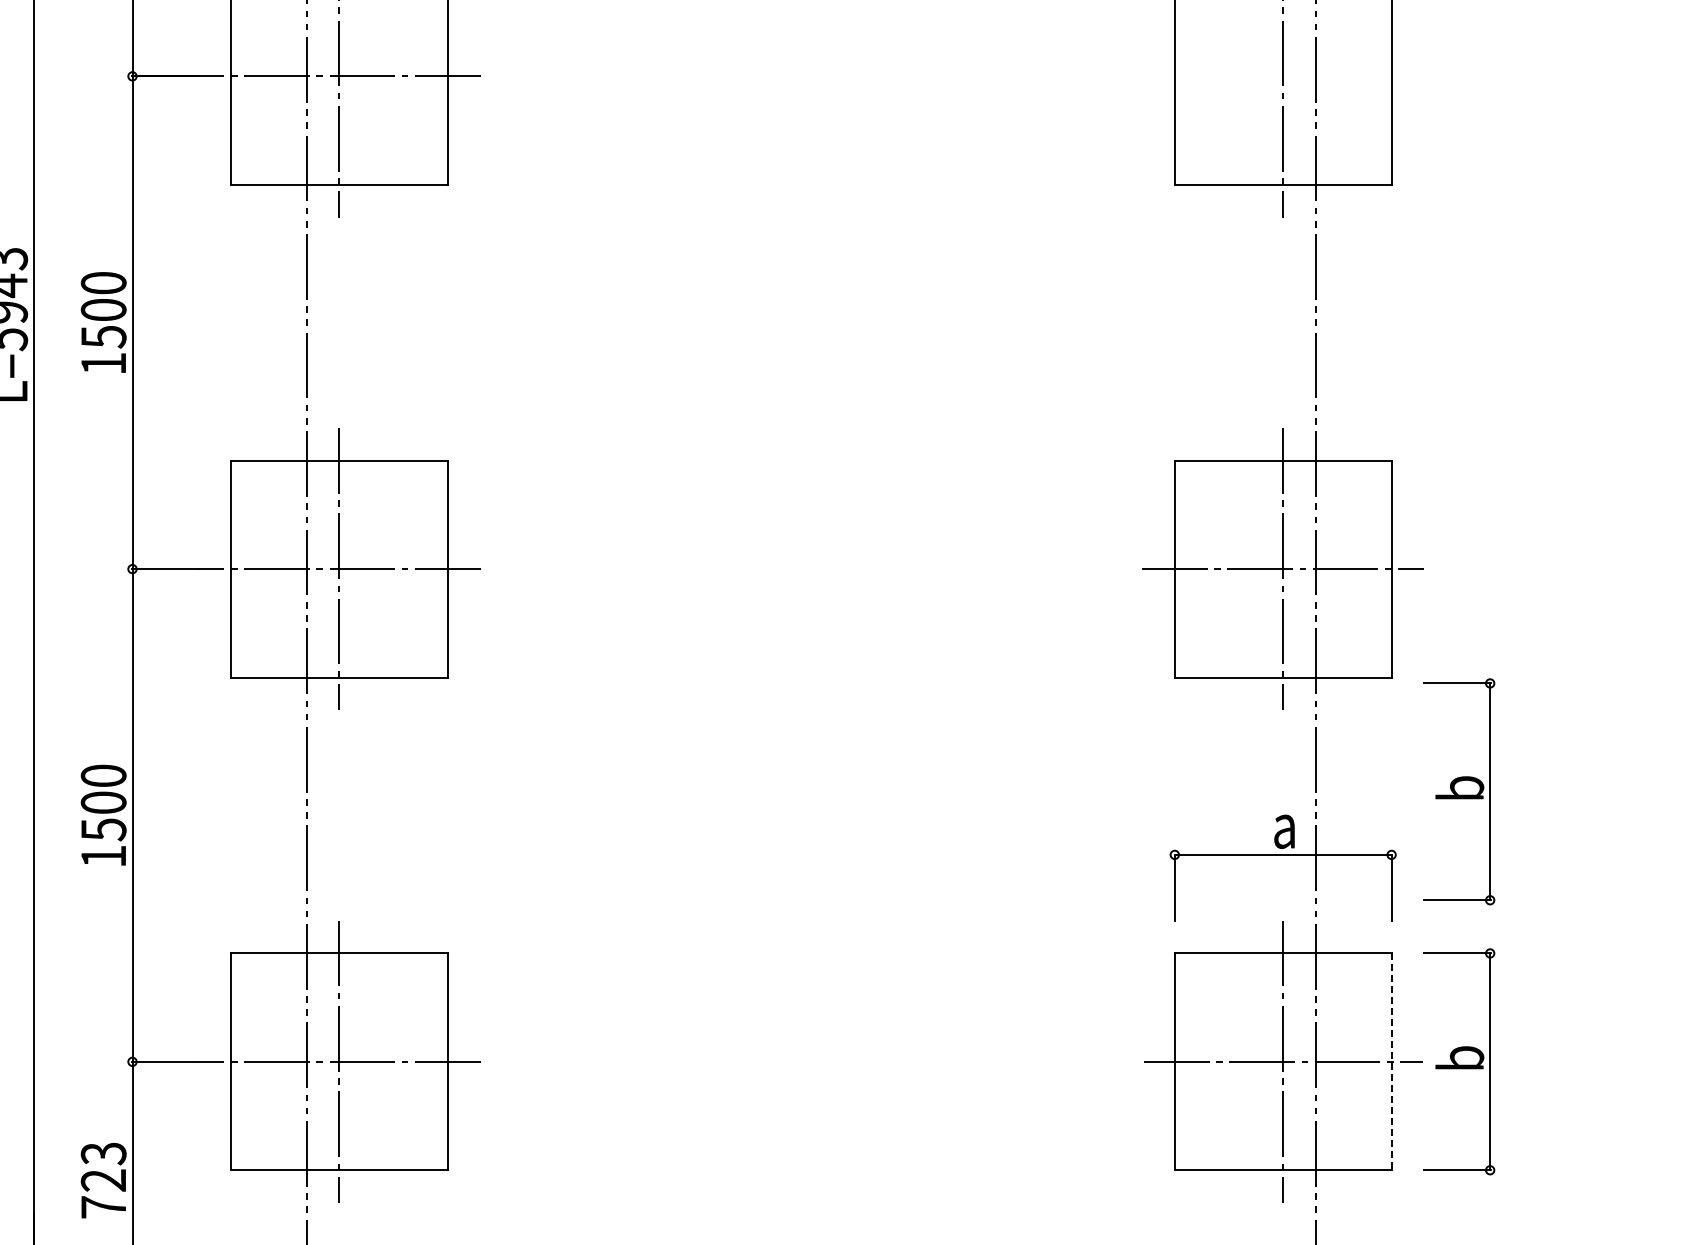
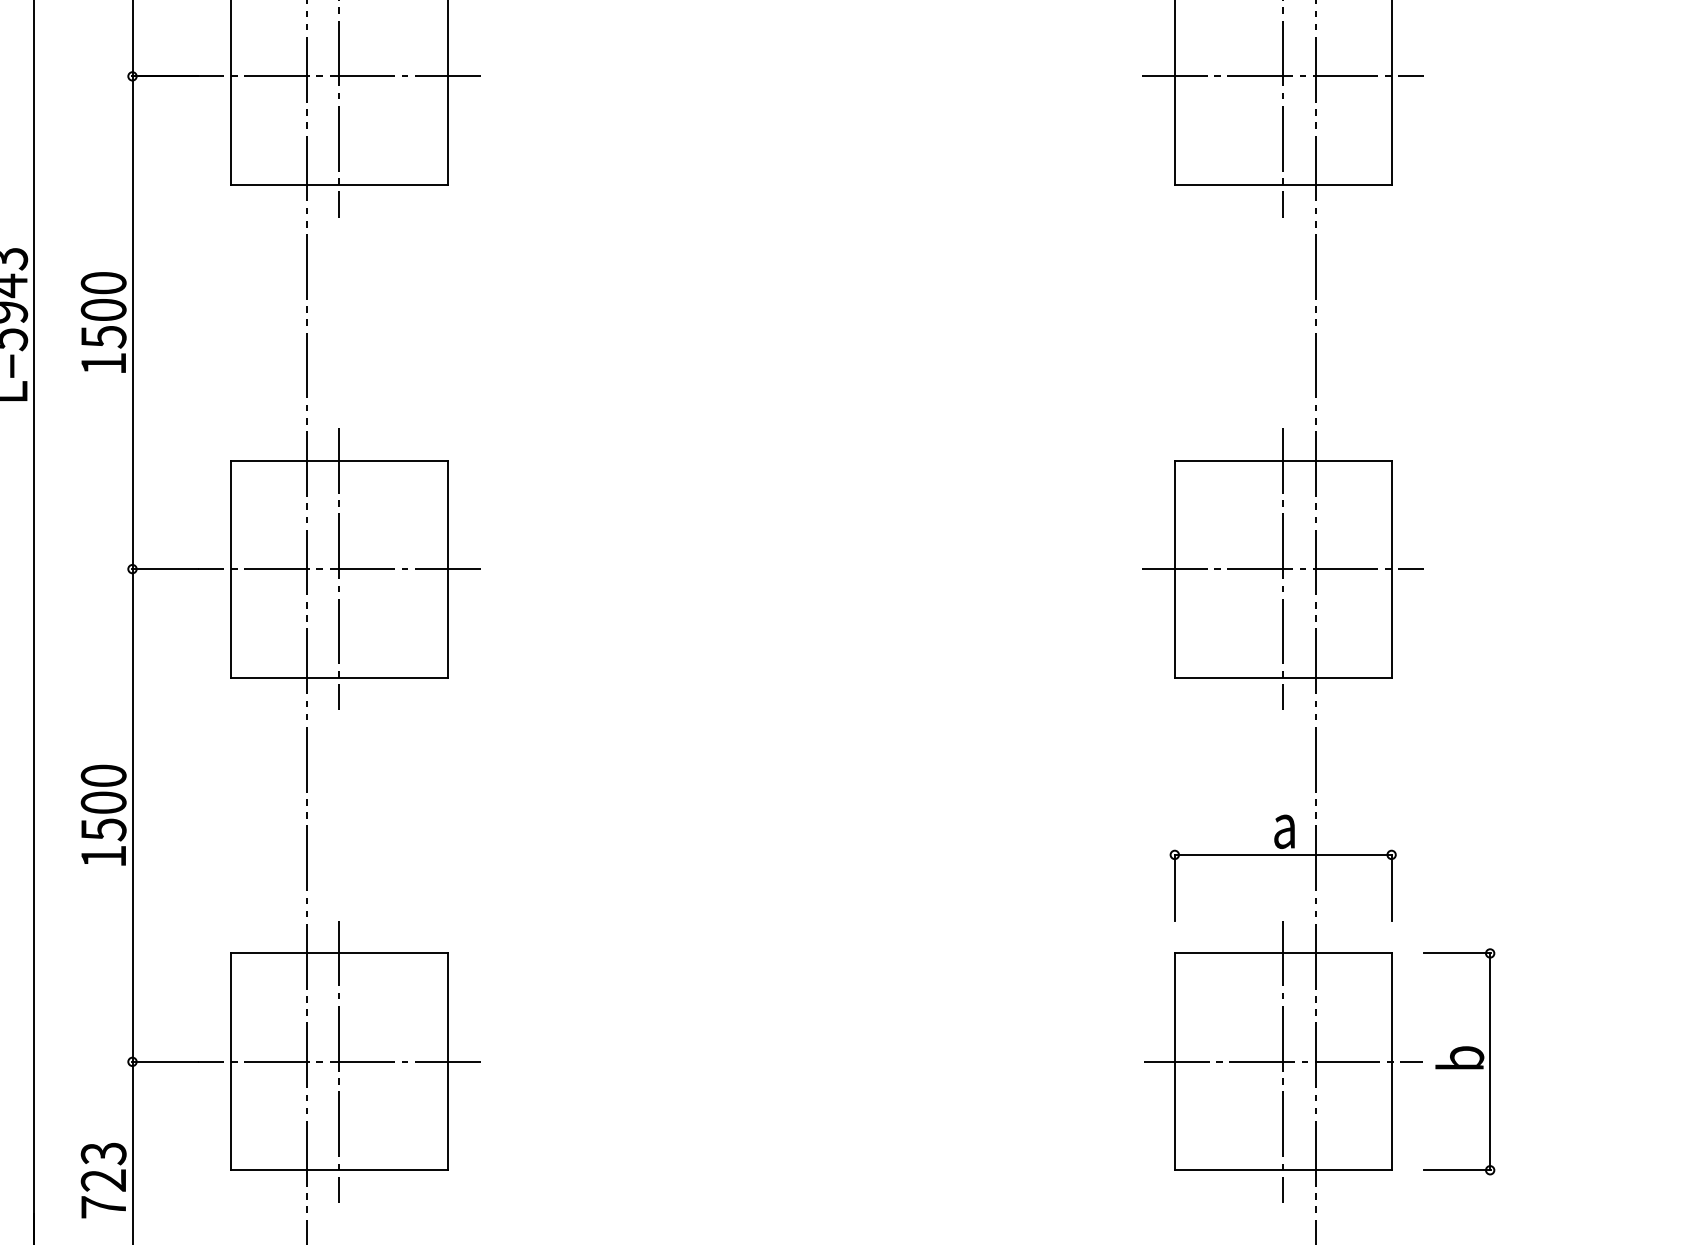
line at (1282, 76): none -> present
part at (1459, 791): present -> none
line at (1391, 1062): dashed -> solid
